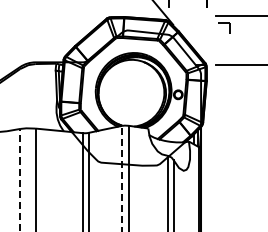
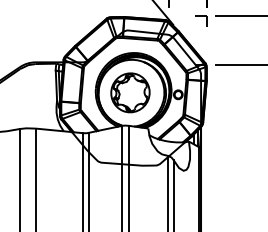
part at (224, 27) position: (224, 27) -> (201, 20)
part at (130, 92): none -> present
line at (122, 178): dashed -> solid
line at (20, 179): dashed -> solid
